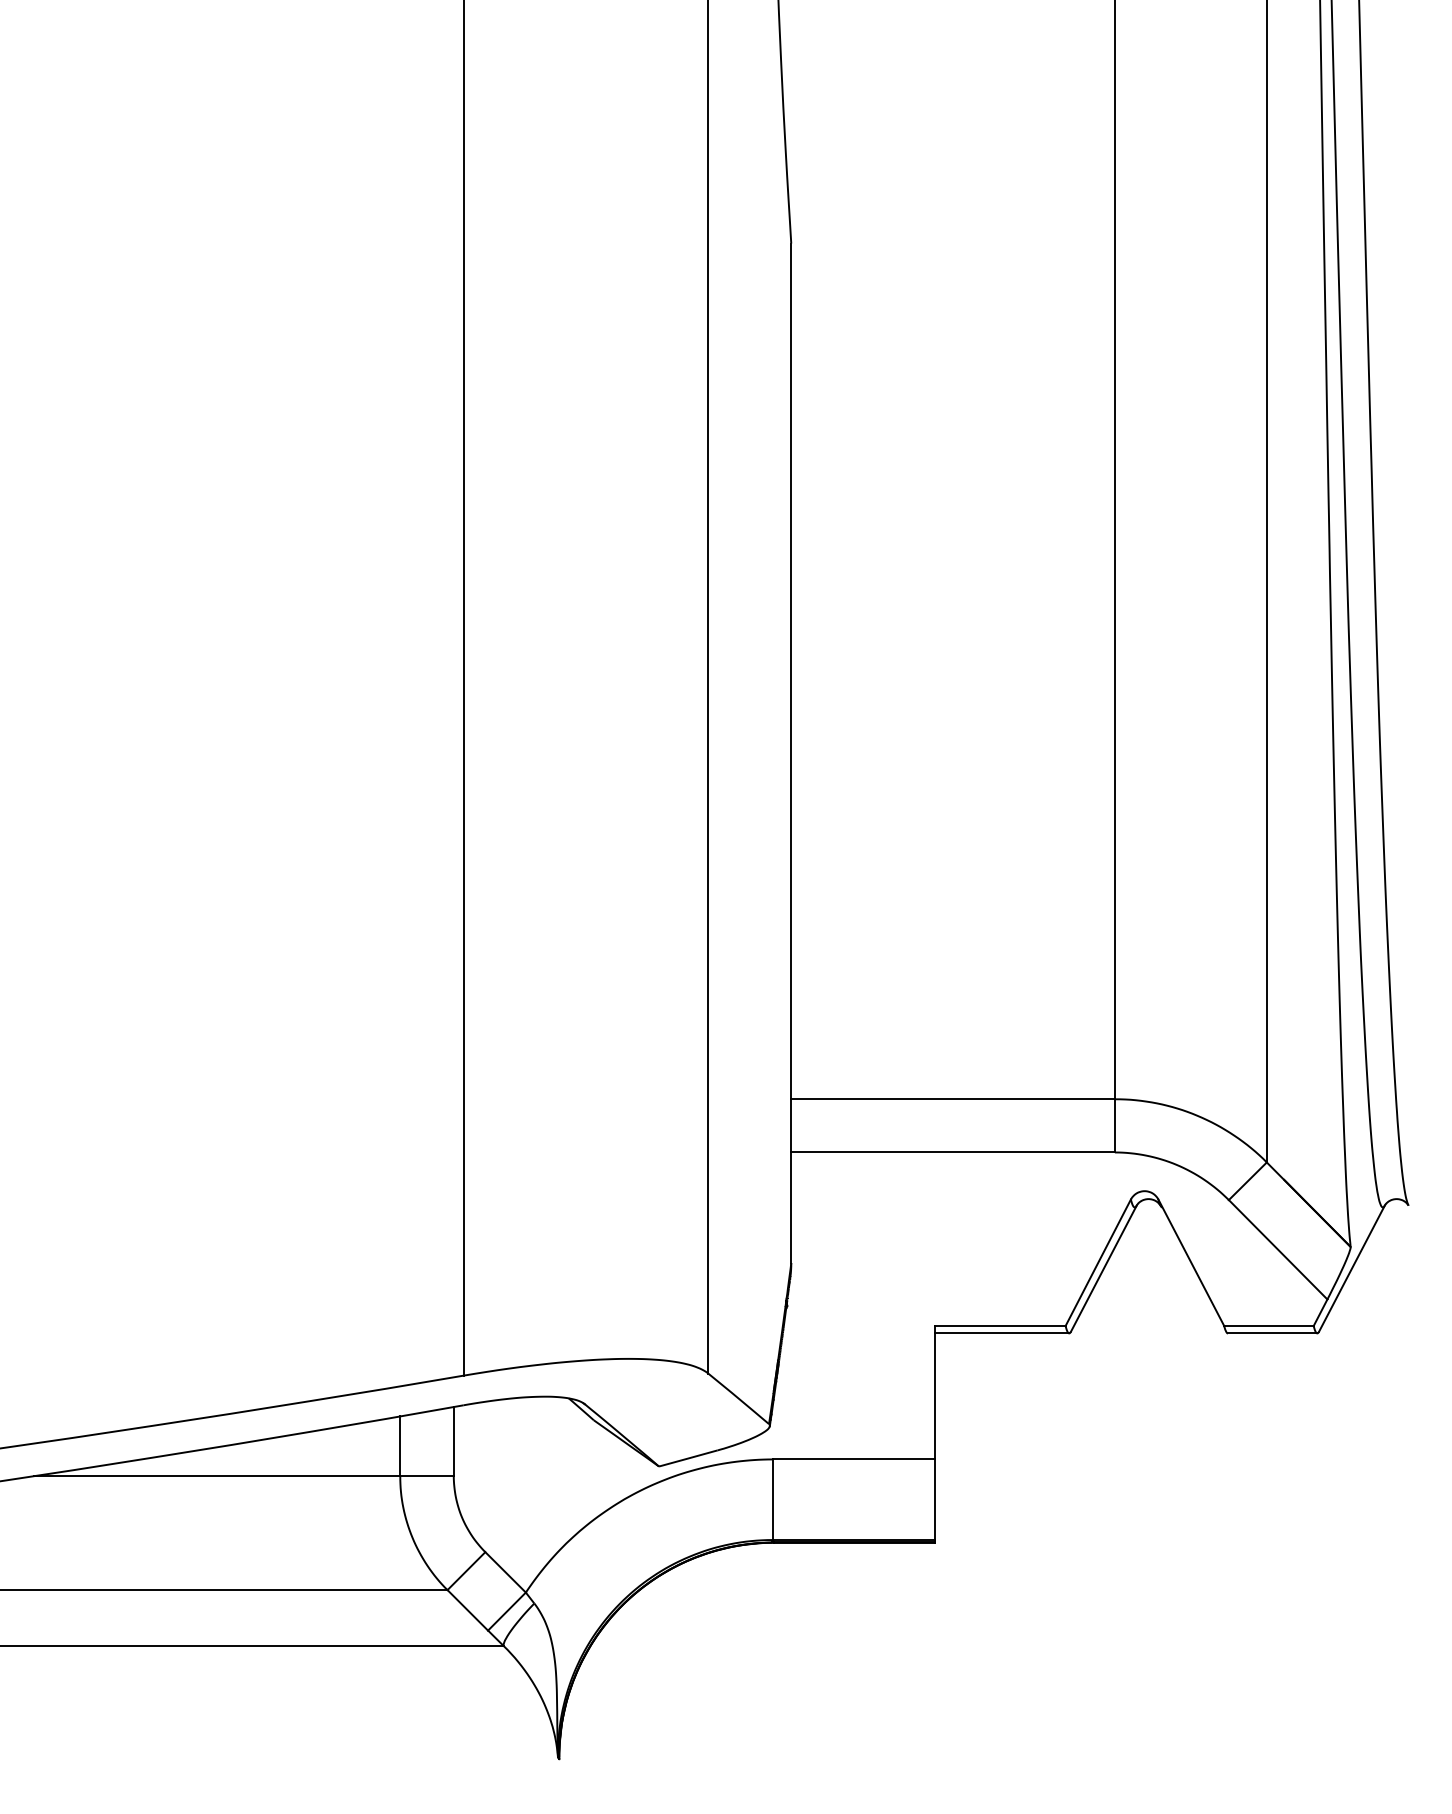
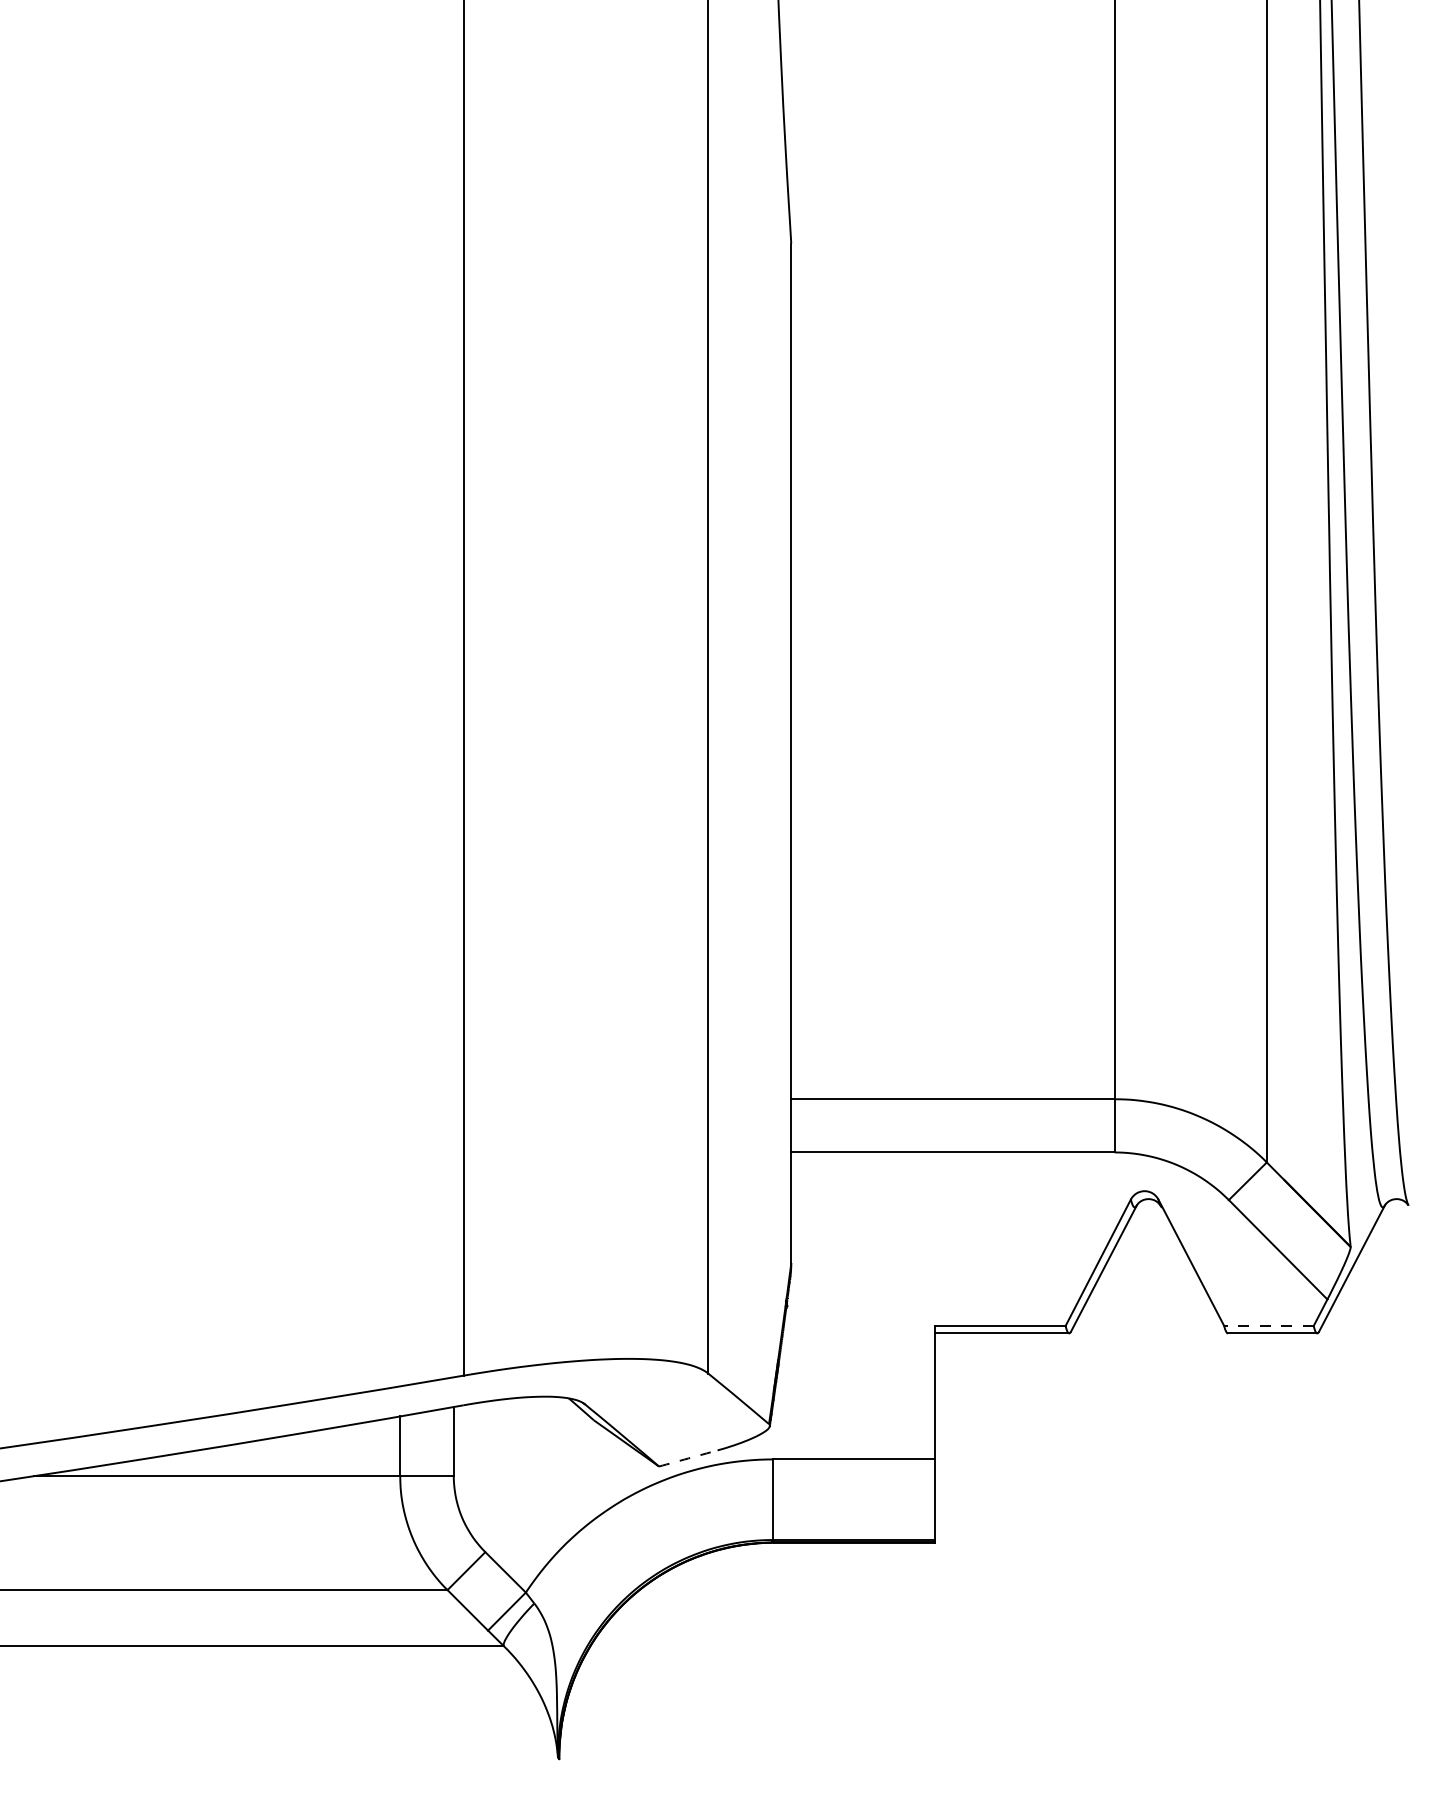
line at (1268, 1326): solid -> dashed
arc at (688, 1458): solid -> dashed
